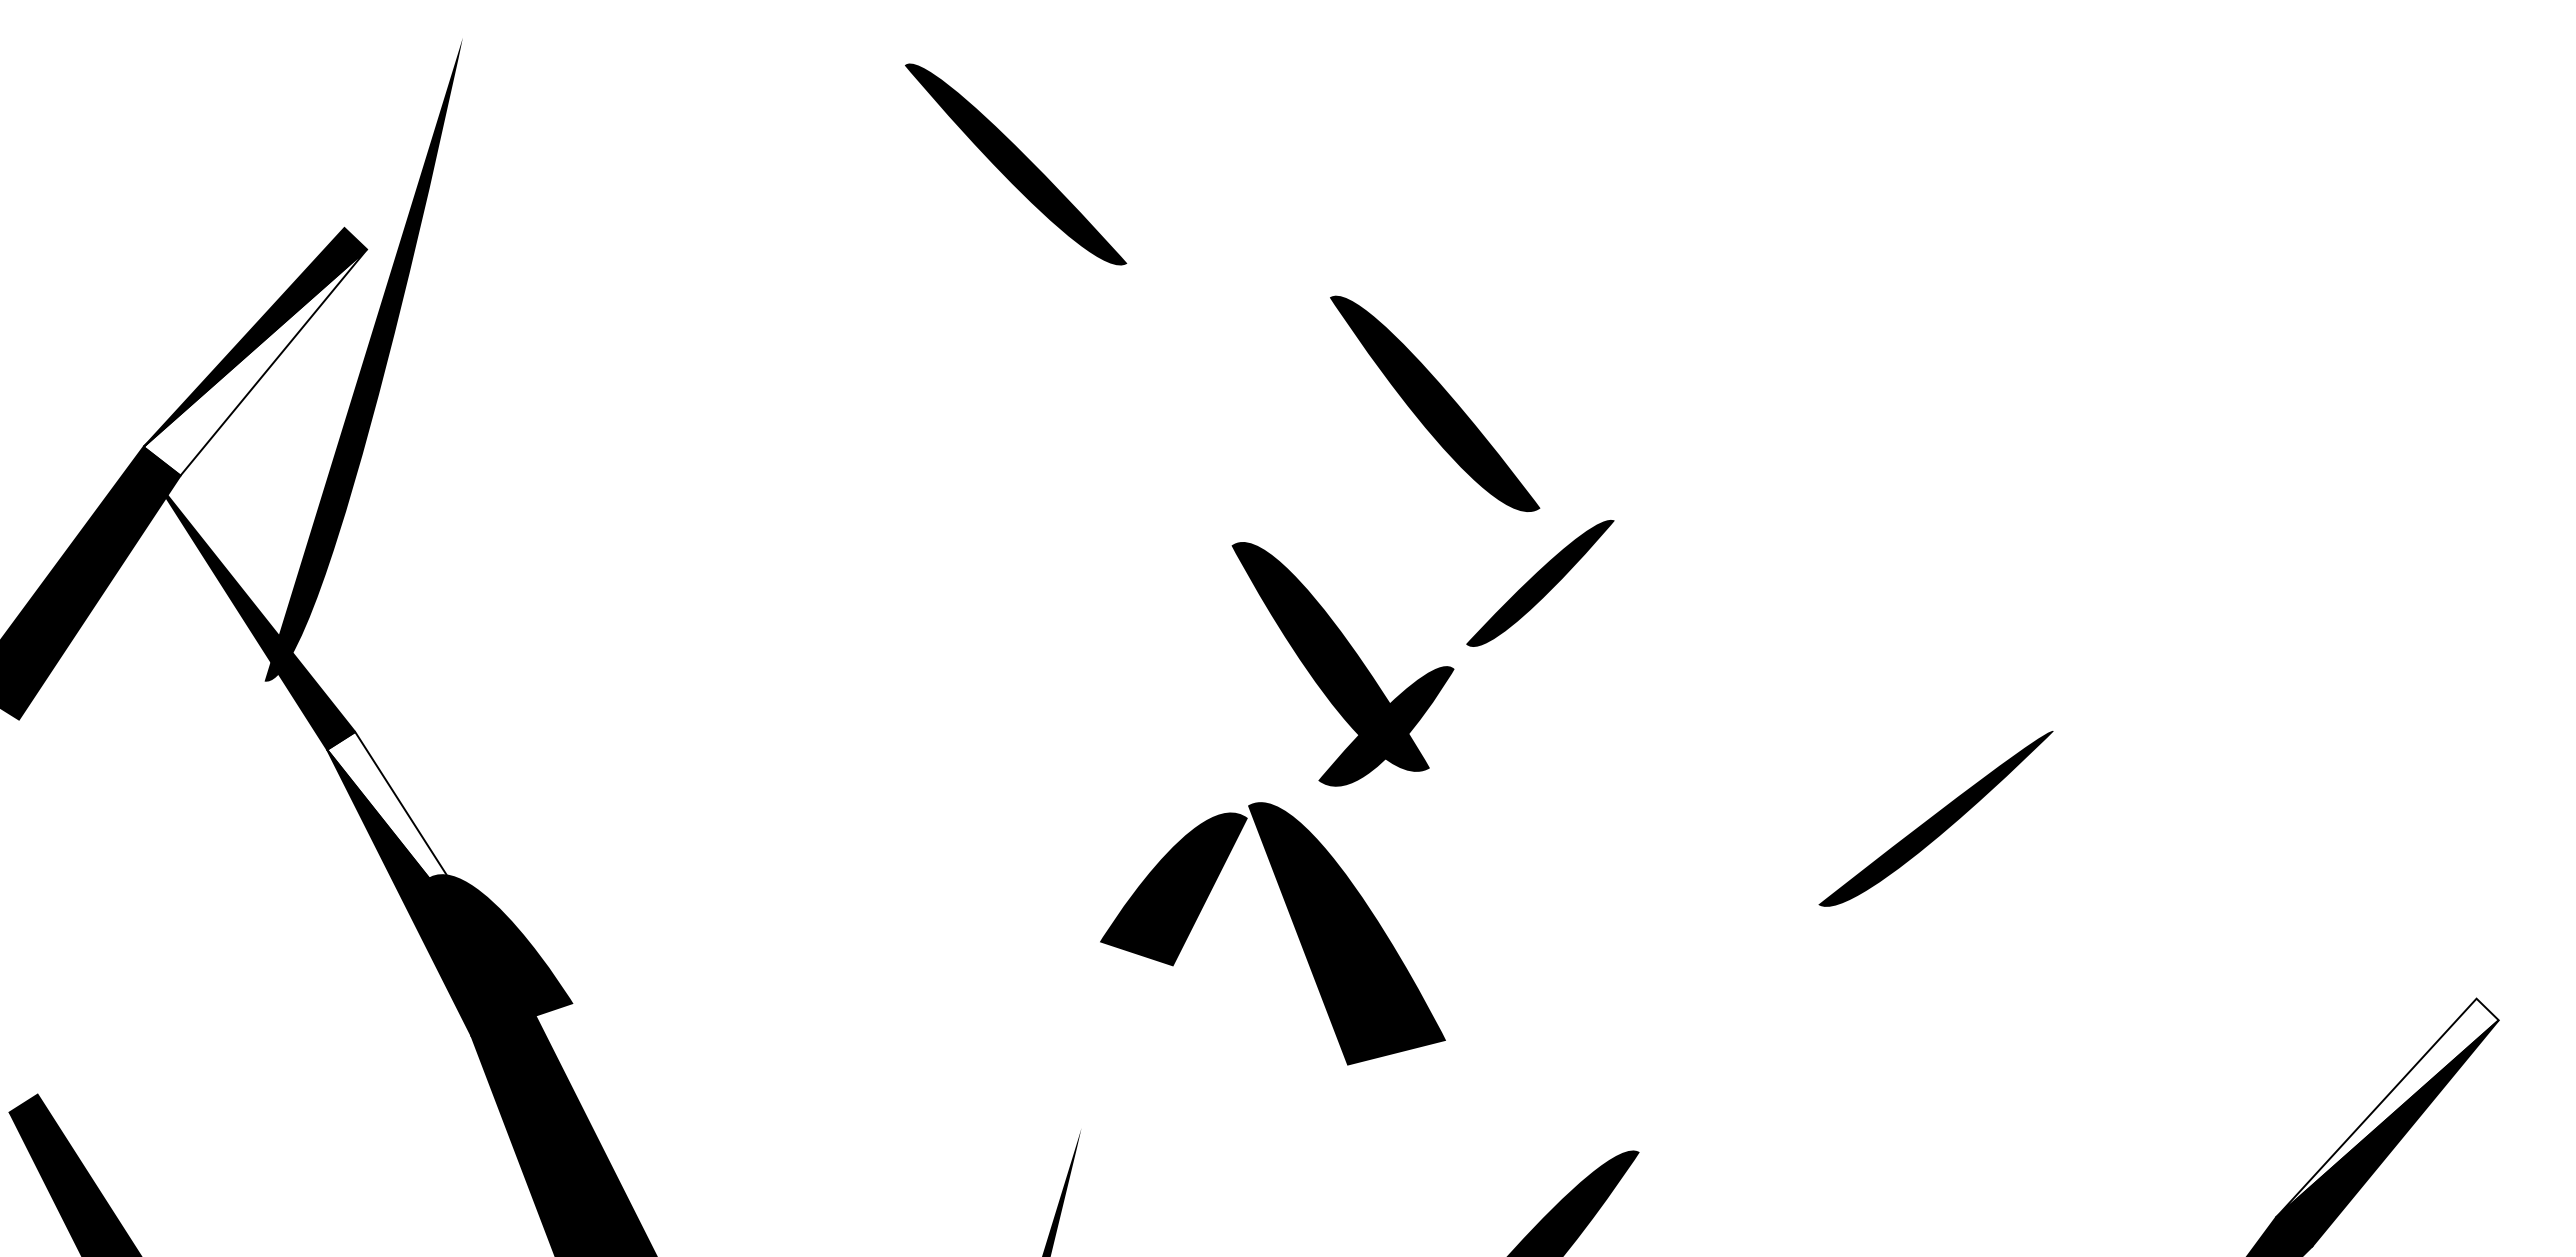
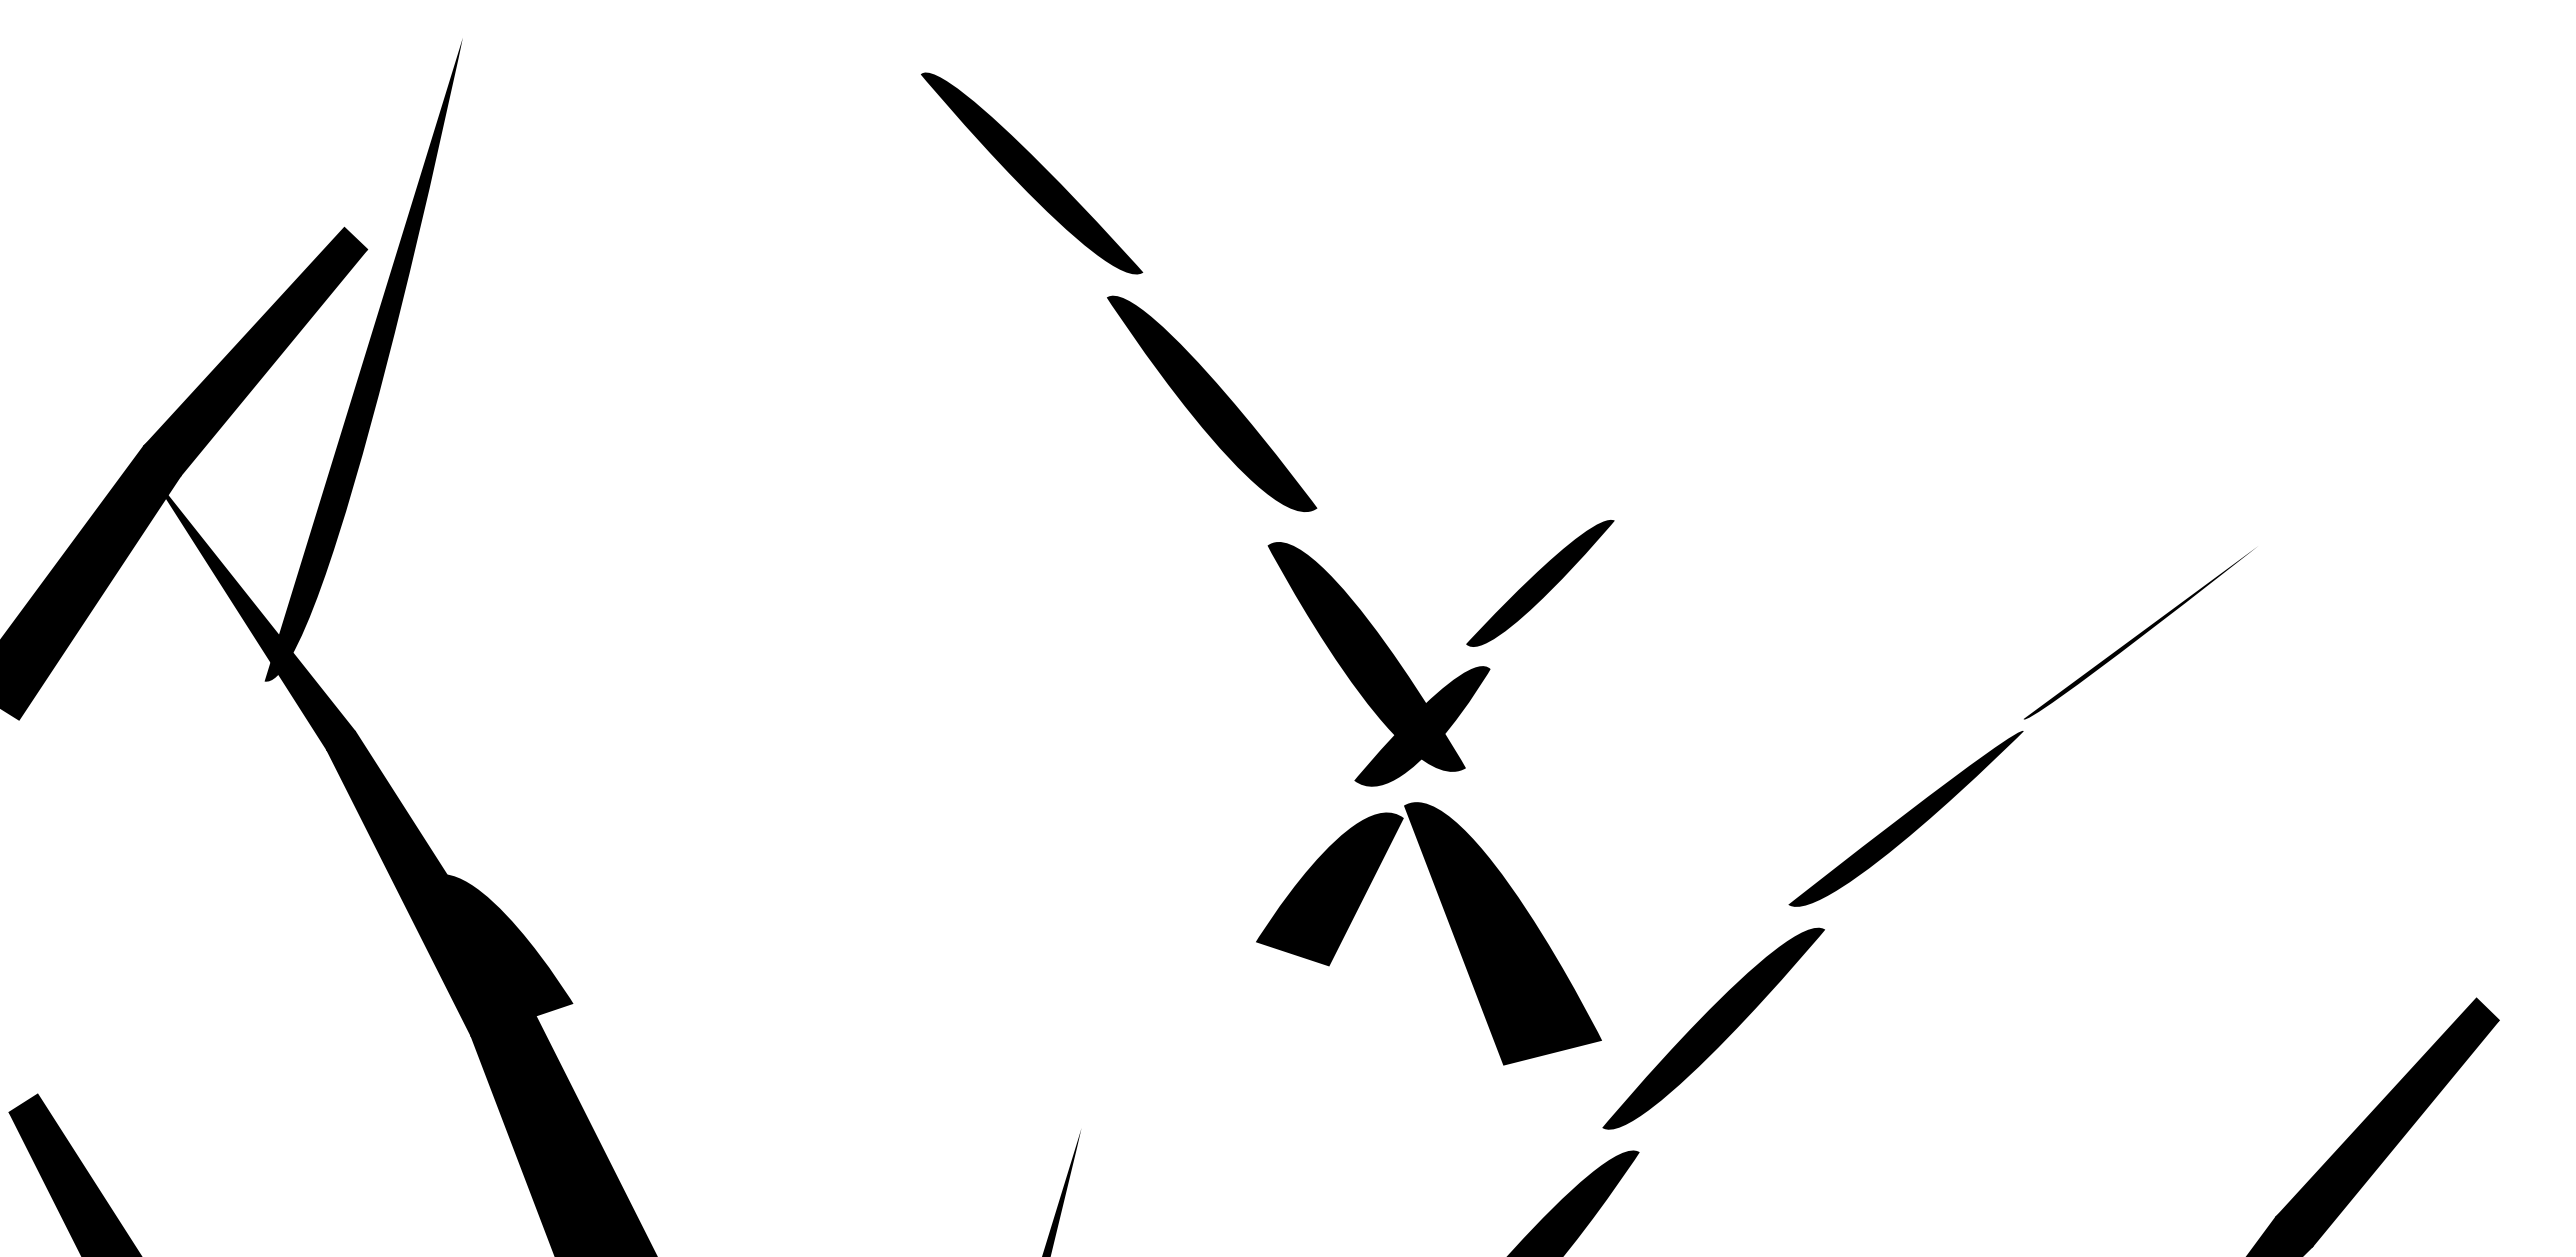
part at (1016, 164) position: (1016, 164) -> (1032, 173)
fill at (254, 362): none -> present
part at (1435, 403) position: (1435, 403) -> (1212, 403)
part at (2140, 633): none -> present
part at (1342, 664) position: (1342, 664) -> (1378, 664)
part at (1935, 818) position: (1935, 818) -> (1905, 818)
fill at (428, 869): none -> present
part at (1293, 925) position: (1293, 925) -> (1449, 925)
fill at (1713, 1028): none -> present
fill at (2386, 1107): none -> present
